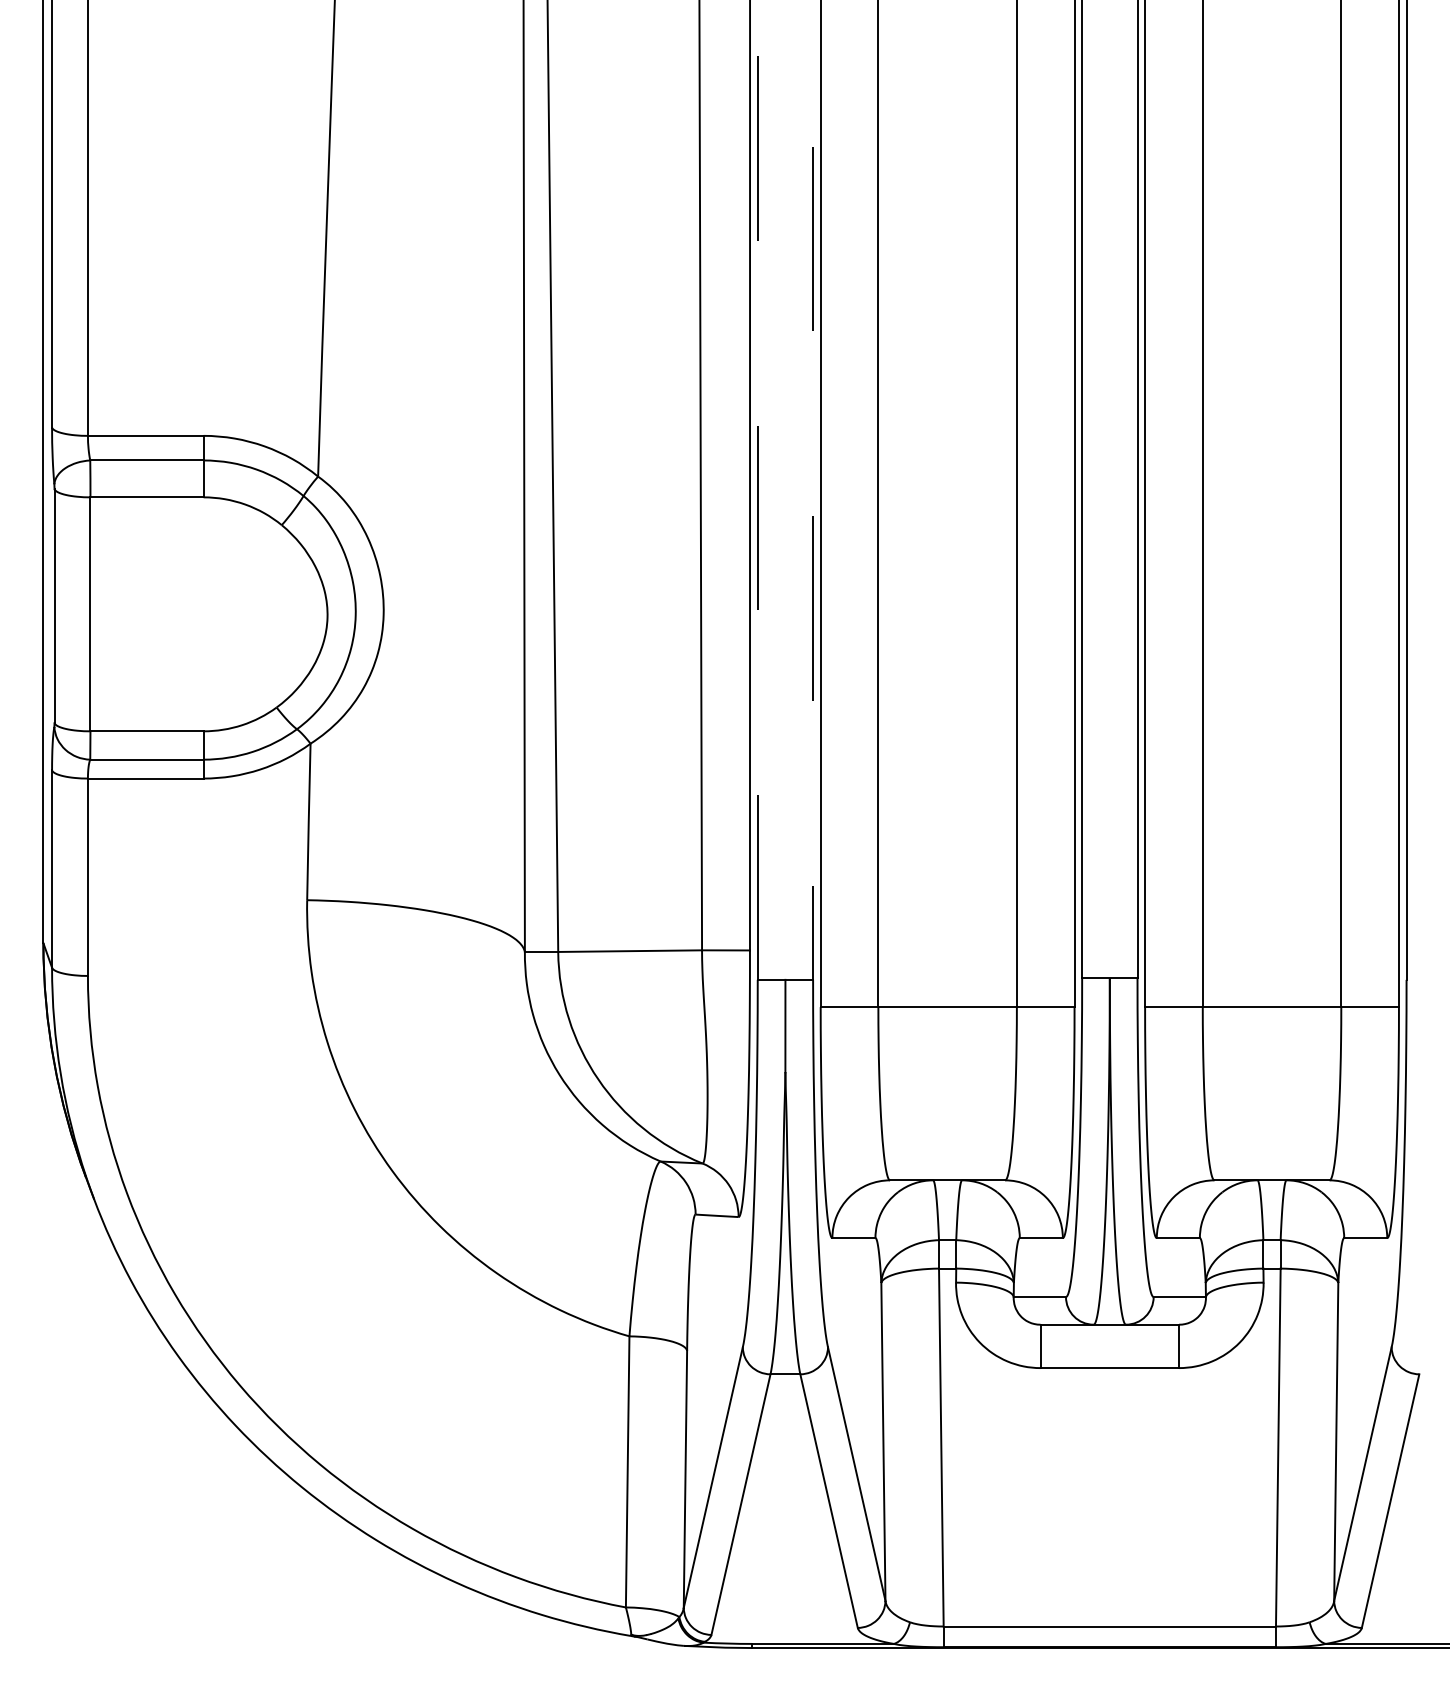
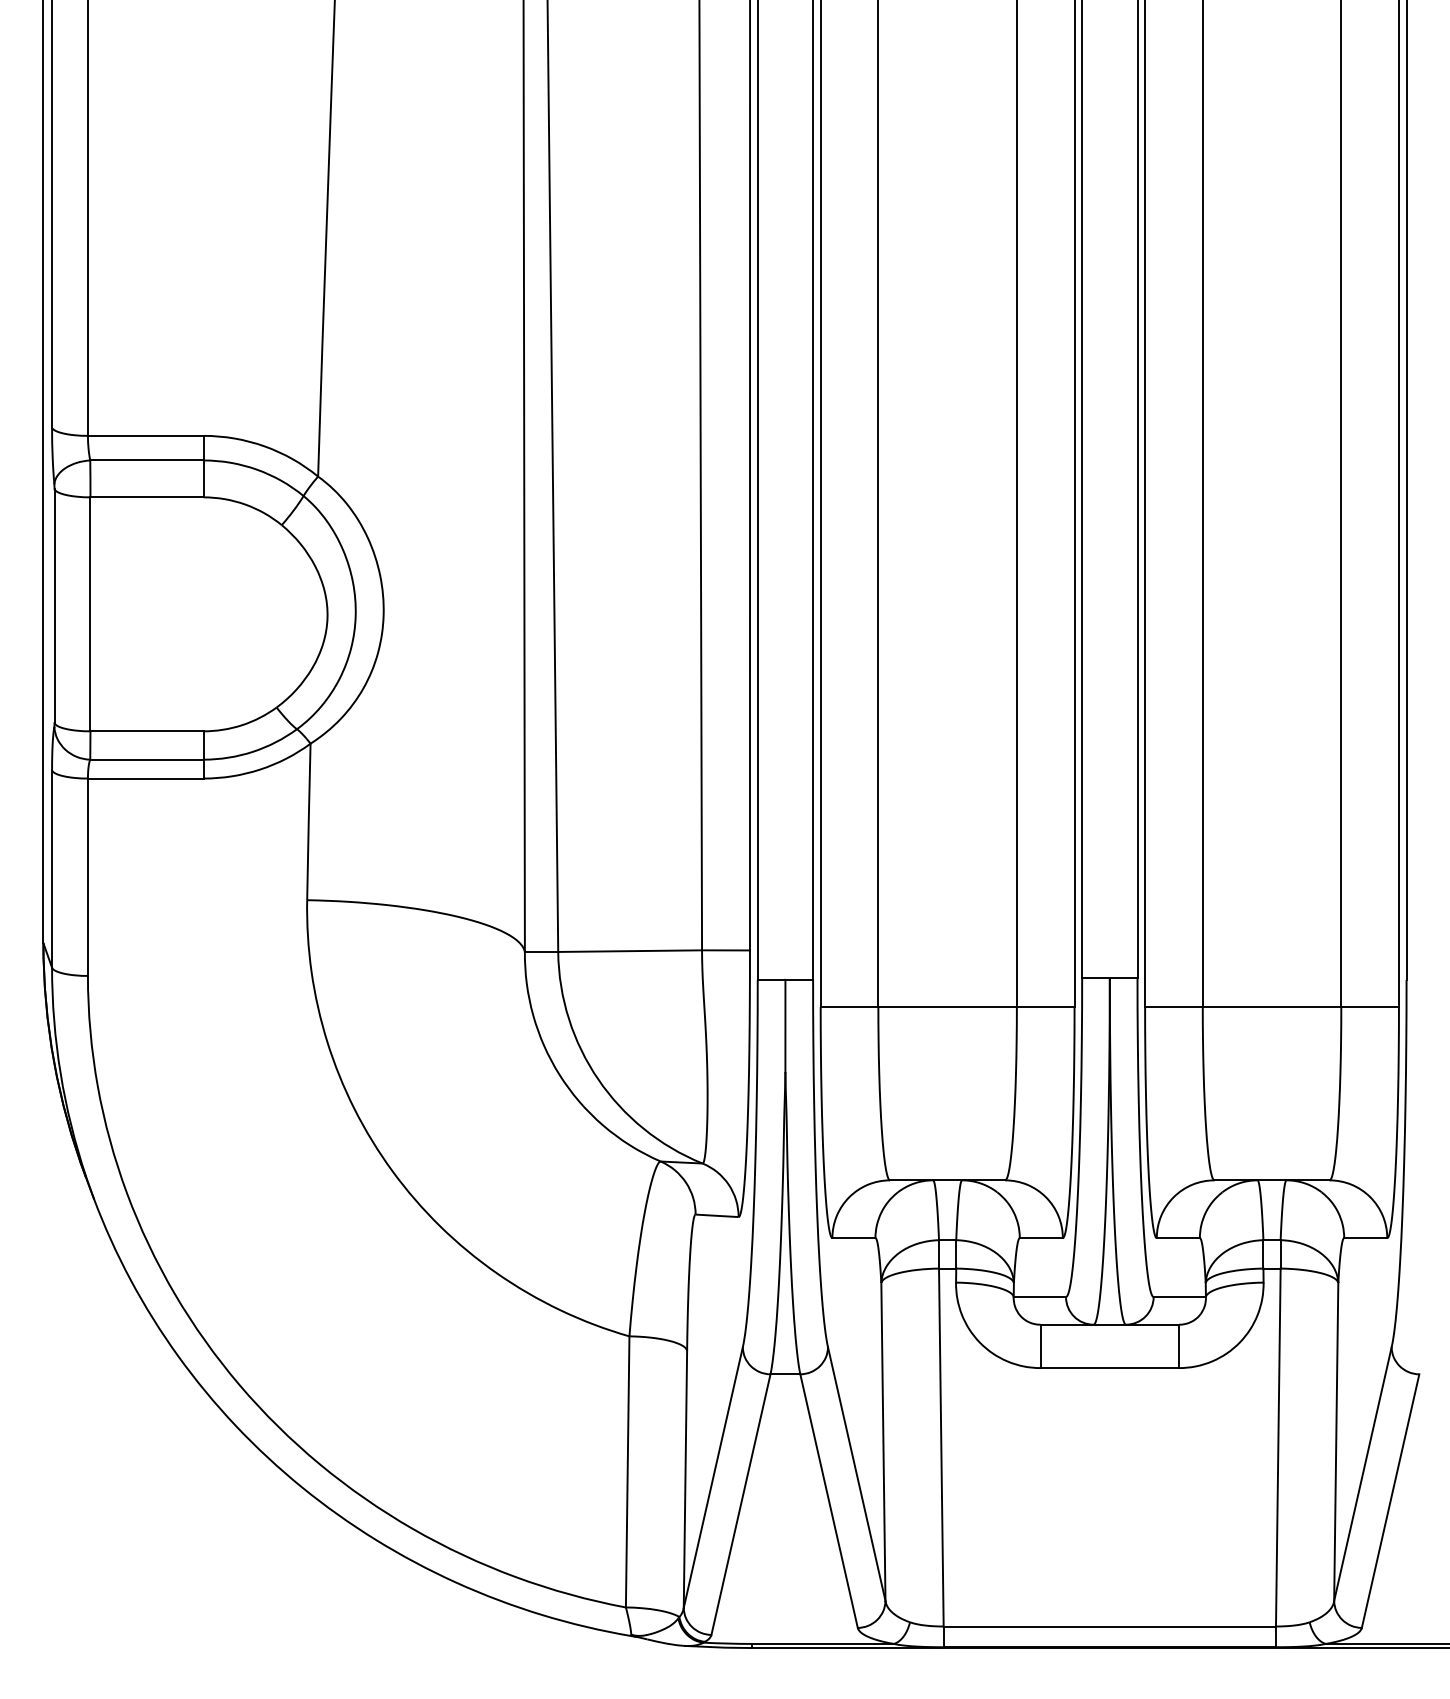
line at (757, 489): dashed -> solid
line at (813, 490): dashed -> solid
